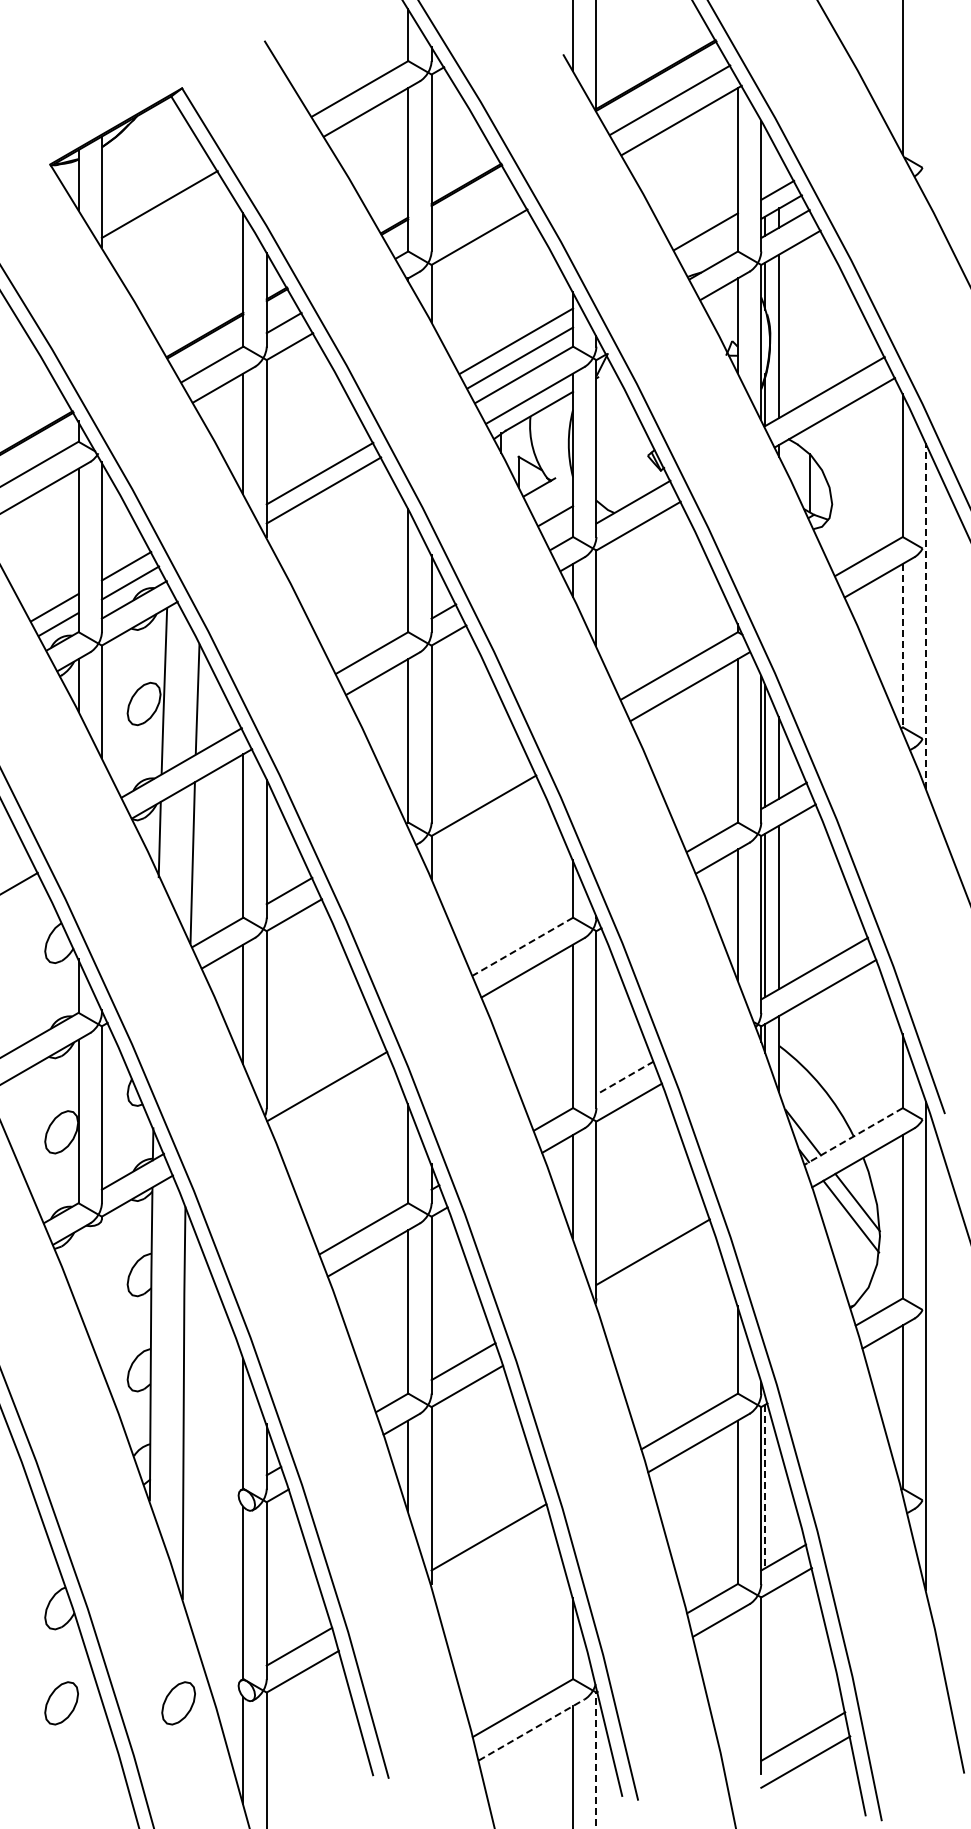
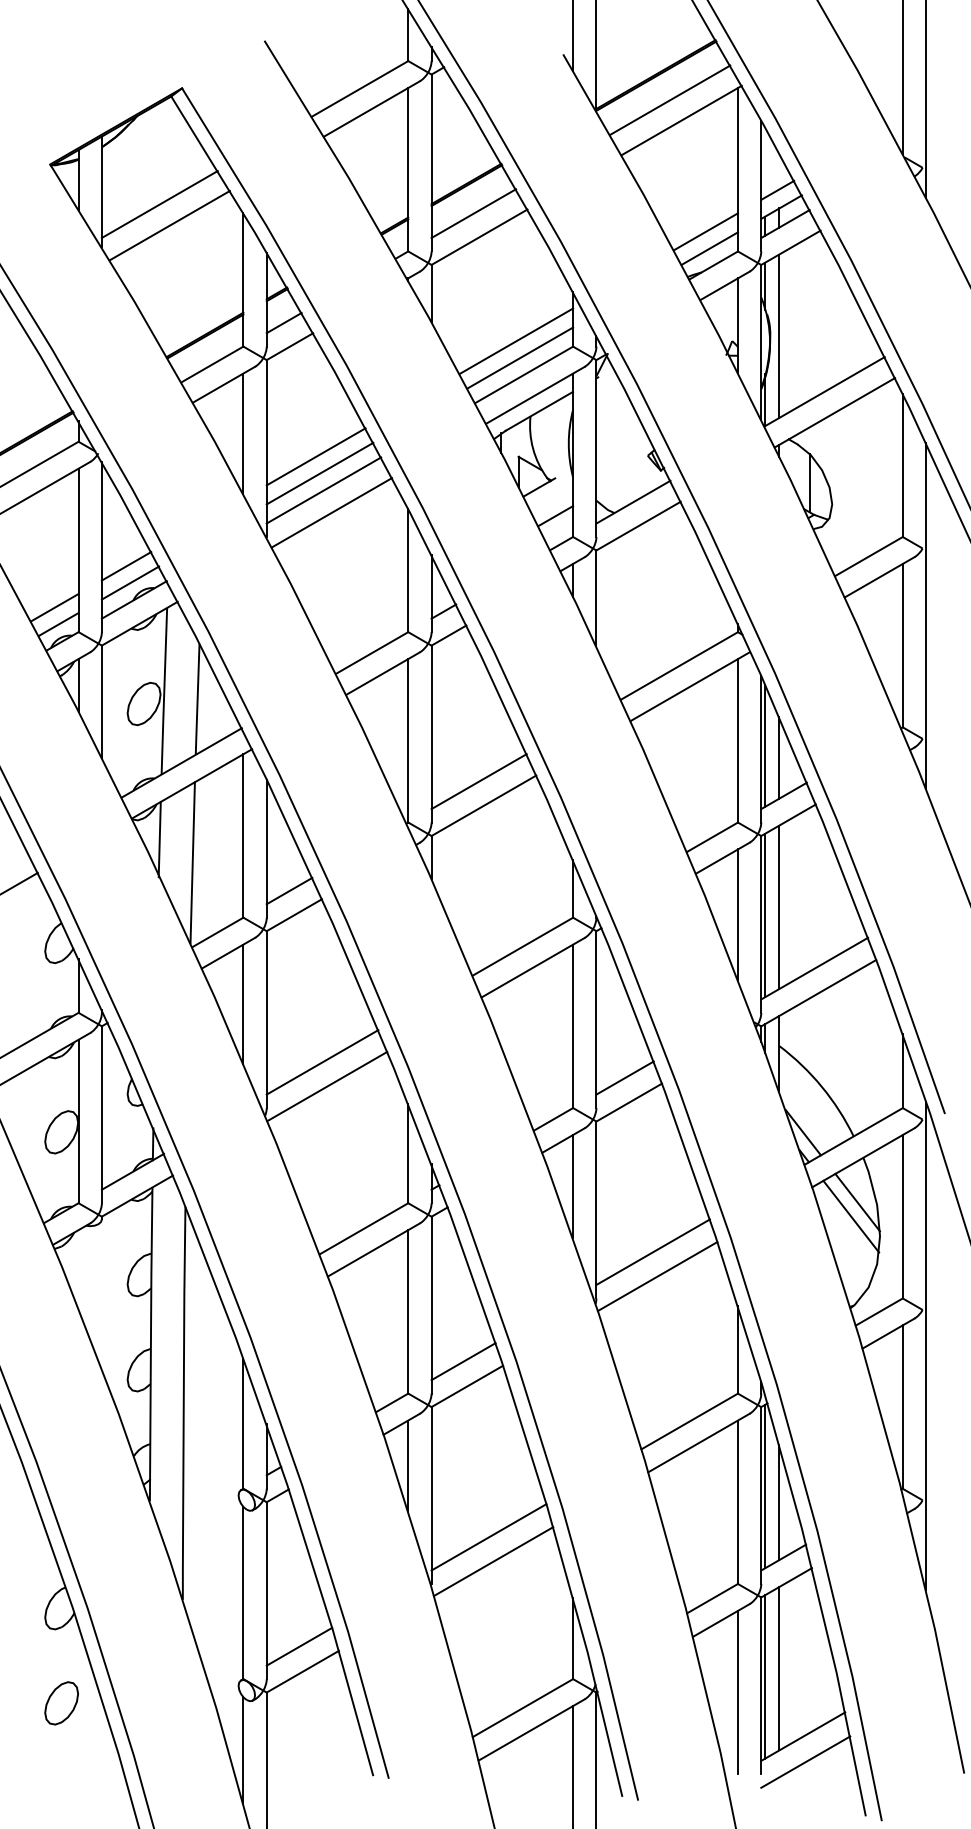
line at (926, 100): none -> present
line at (473, 213): none -> present
line at (169, 225): none -> present
line at (709, 248): none -> present
line at (315, 456): none -> present
line at (331, 512): none -> present
line at (926, 616): dashed -> solid
line at (902, 645): dashed -> solid
line at (478, 781): none -> present
line at (522, 946): dashed -> solid
line at (322, 1062): none -> present
line at (624, 1078): dashed -> solid
line at (853, 1136): dashed -> solid
line at (657, 1276): none -> present
line at (765, 1486): dashed -> solid
line at (779, 1502): none -> present
line at (493, 1561): none -> present
line at (779, 1668): none -> present
line at (765, 1676): none -> present
line at (737, 1692): none -> present
part at (178, 1703): present -> none
line at (532, 1729): dashed -> solid
line at (596, 1760): dashed -> solid
